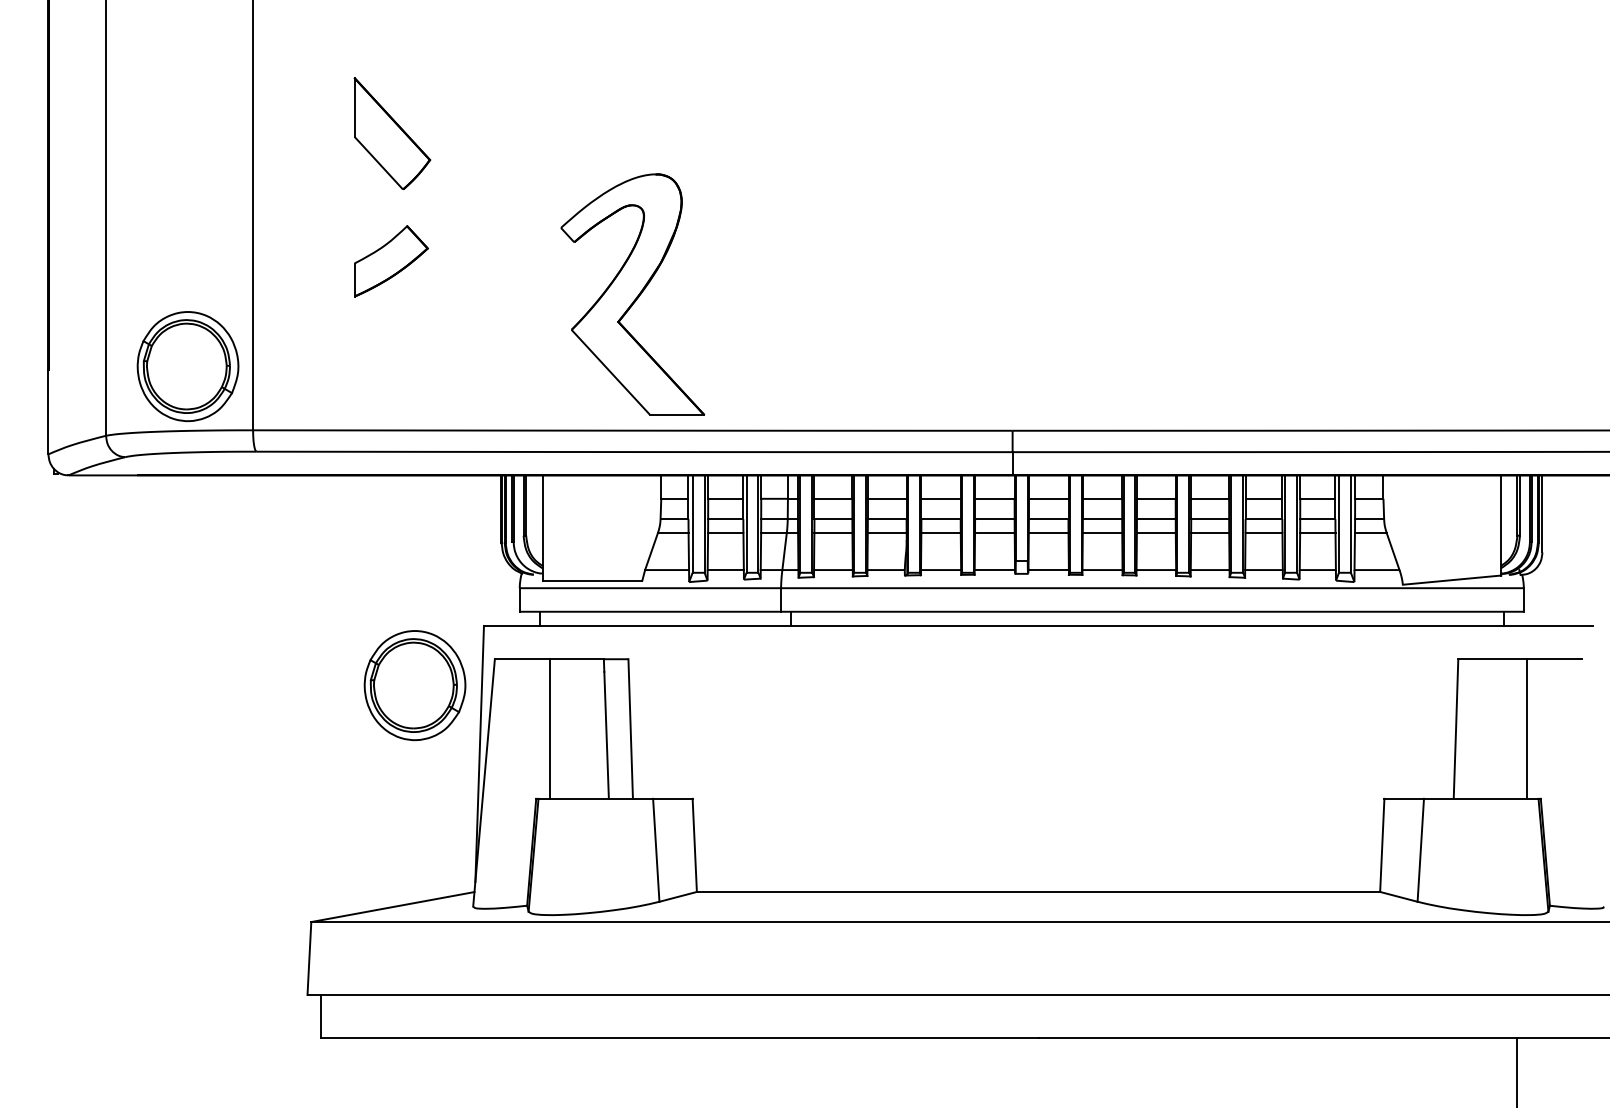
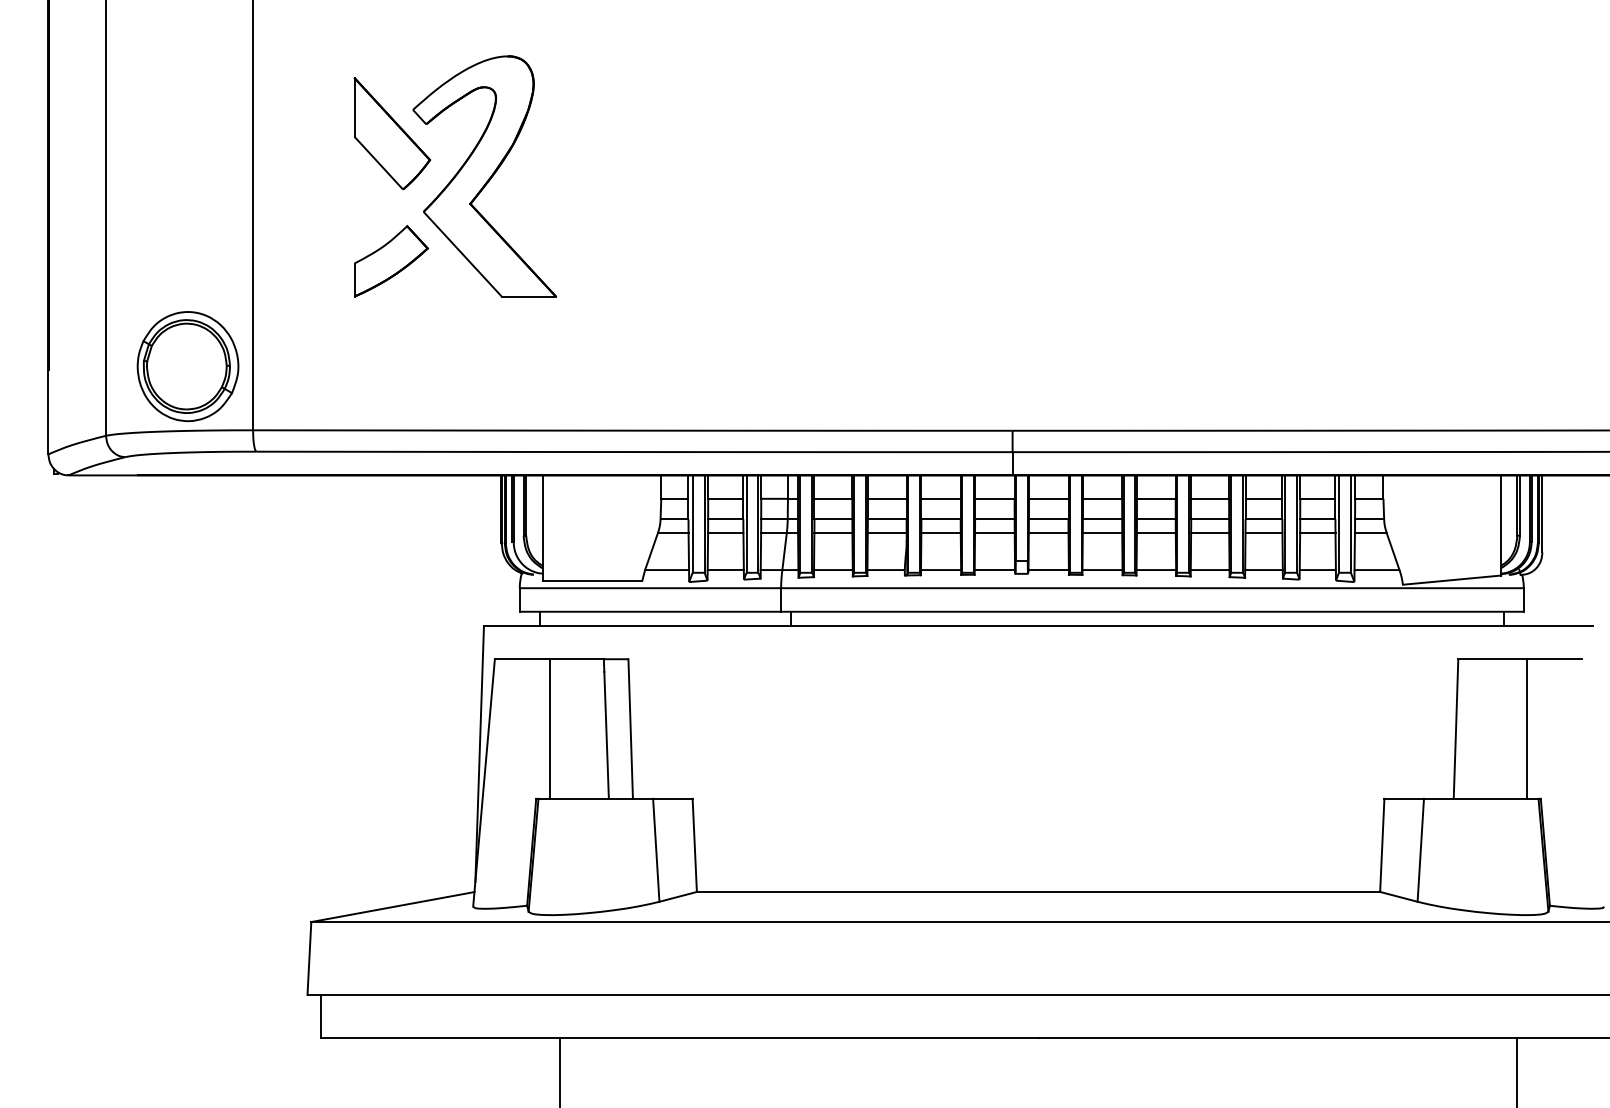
part at (632, 294) position: (632, 294) -> (484, 176)
part at (414, 685): present -> none
line at (560, 1071): none -> present
